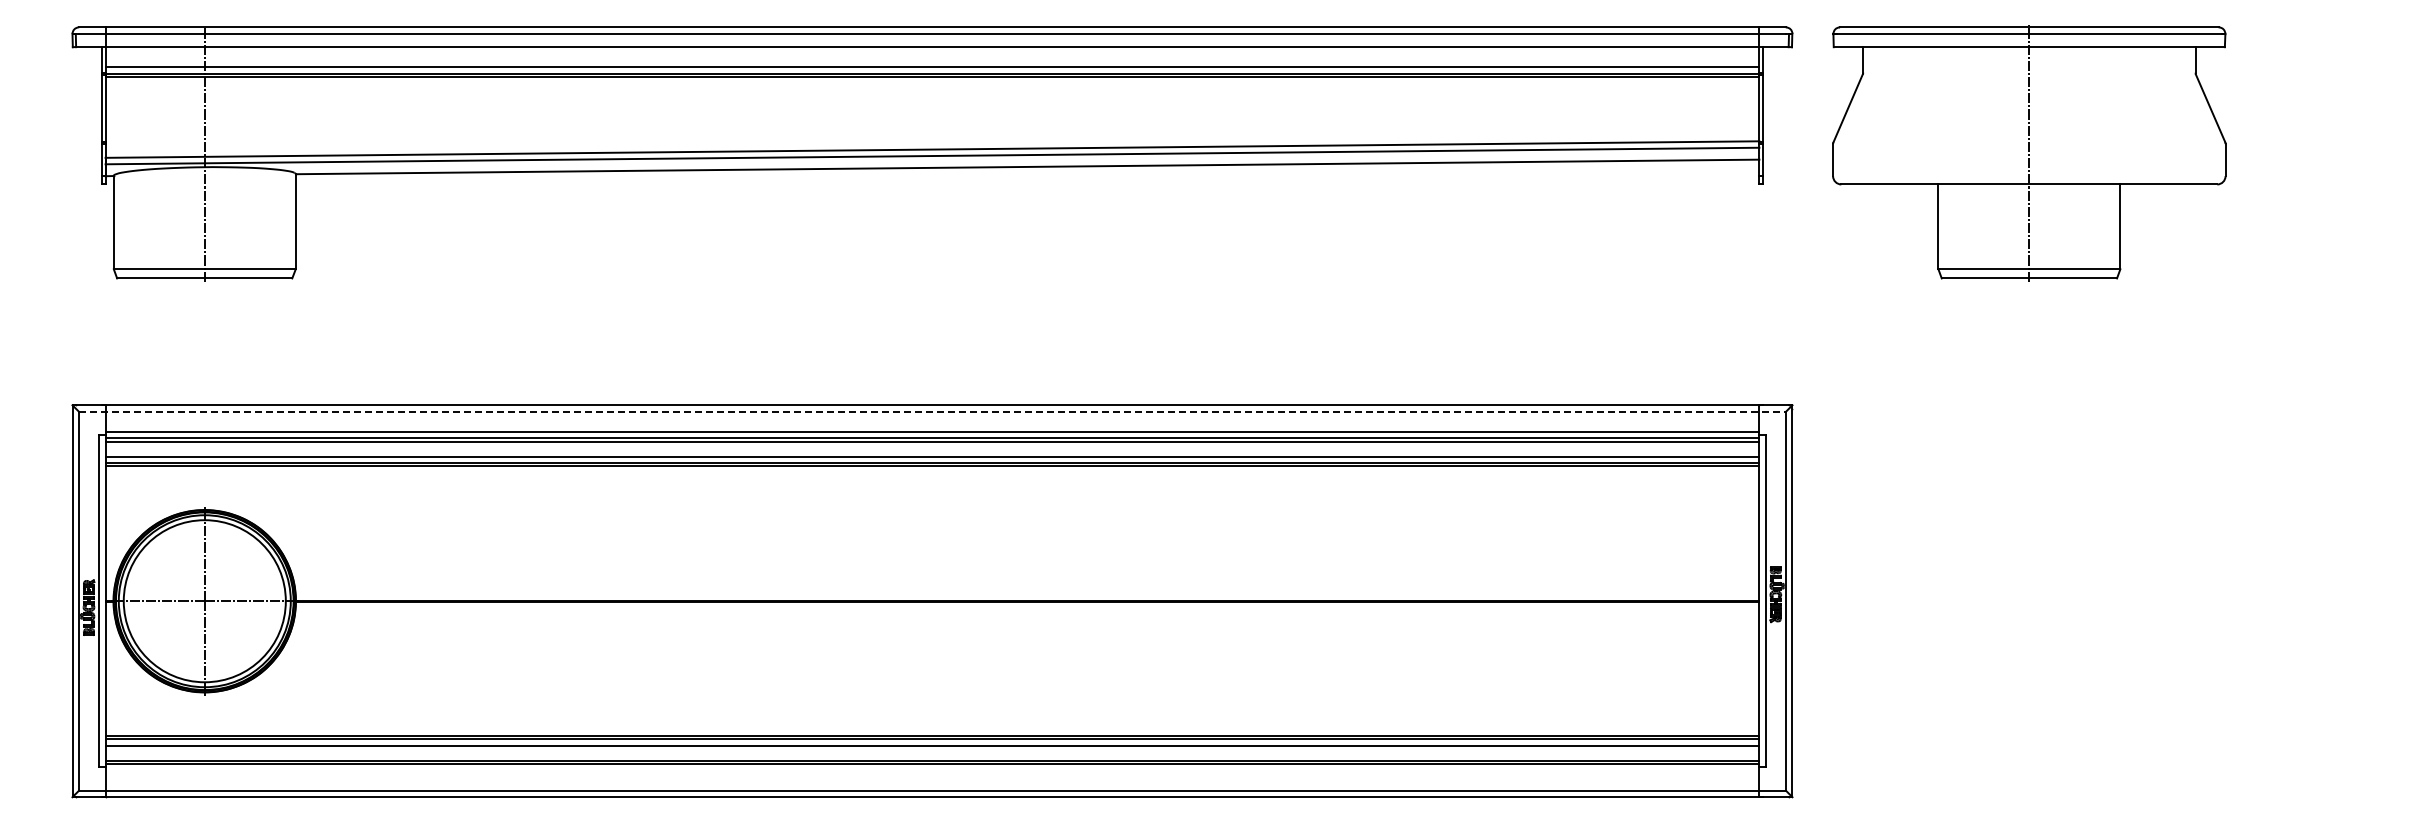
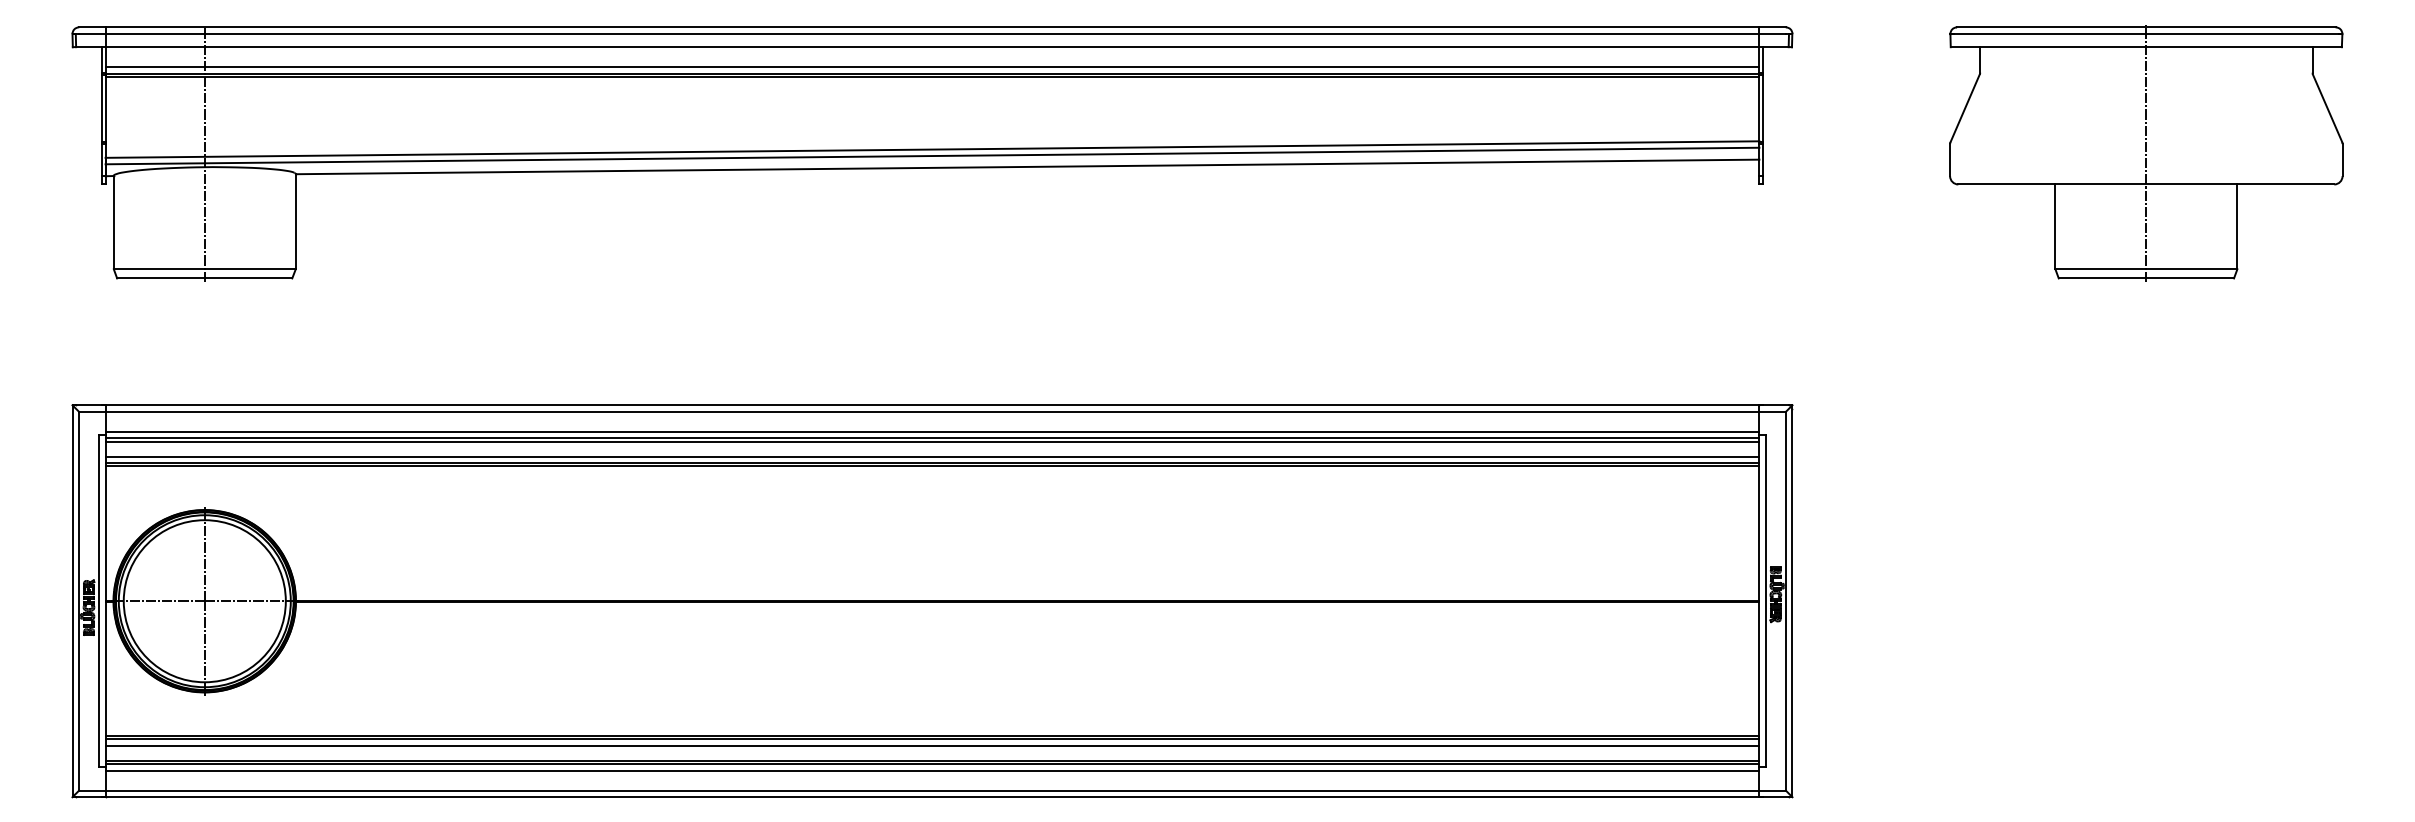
part at (2029, 153) position: (2029, 153) -> (2146, 153)
line at (932, 411): dashed -> solid
line at (932, 770): none -> present
